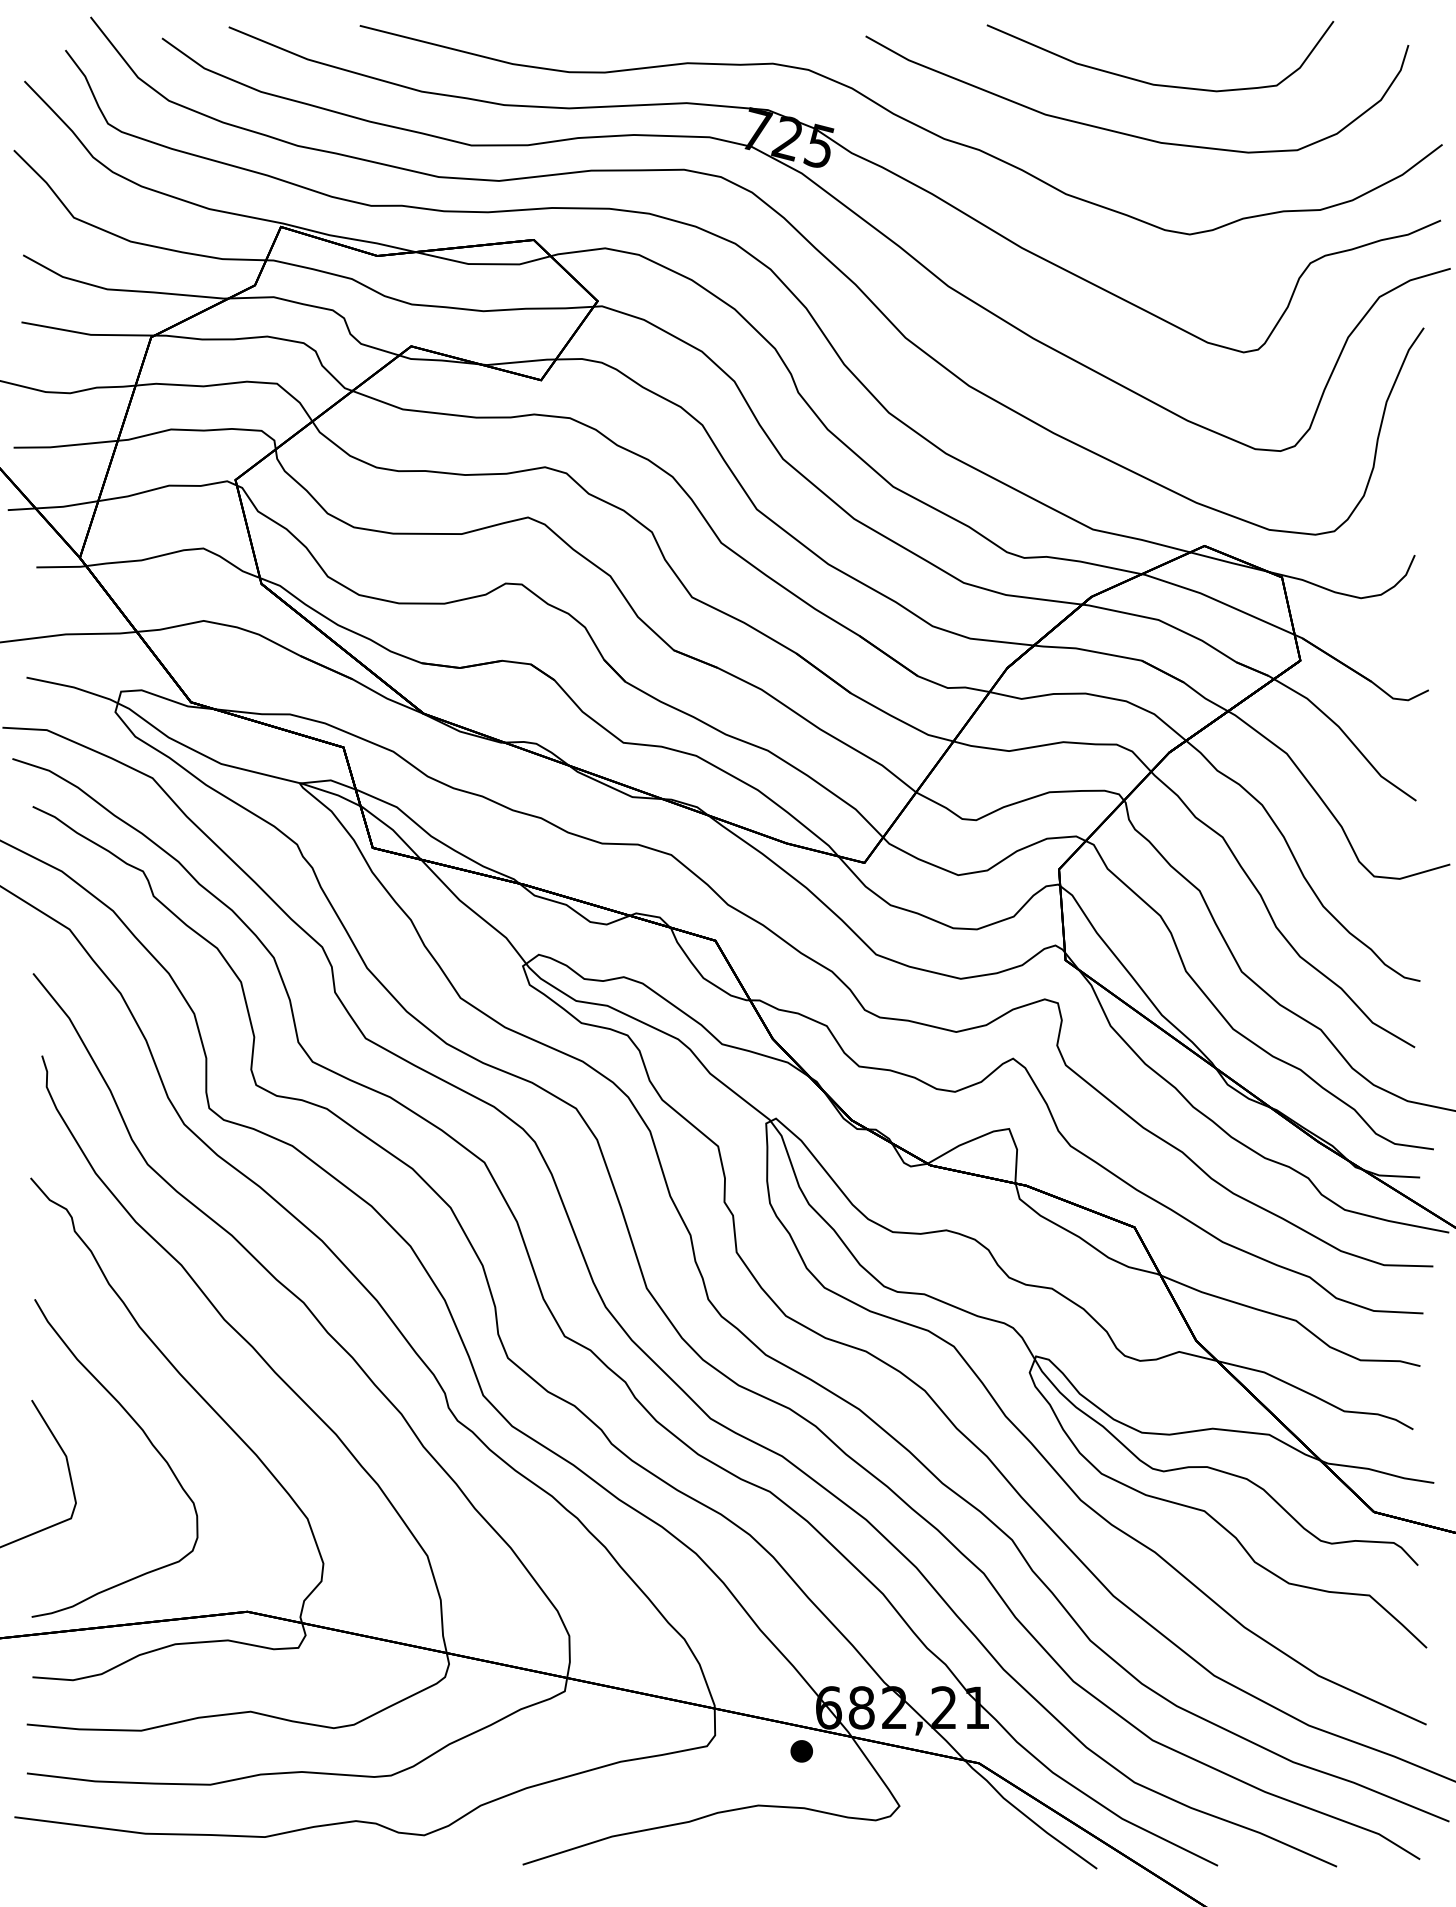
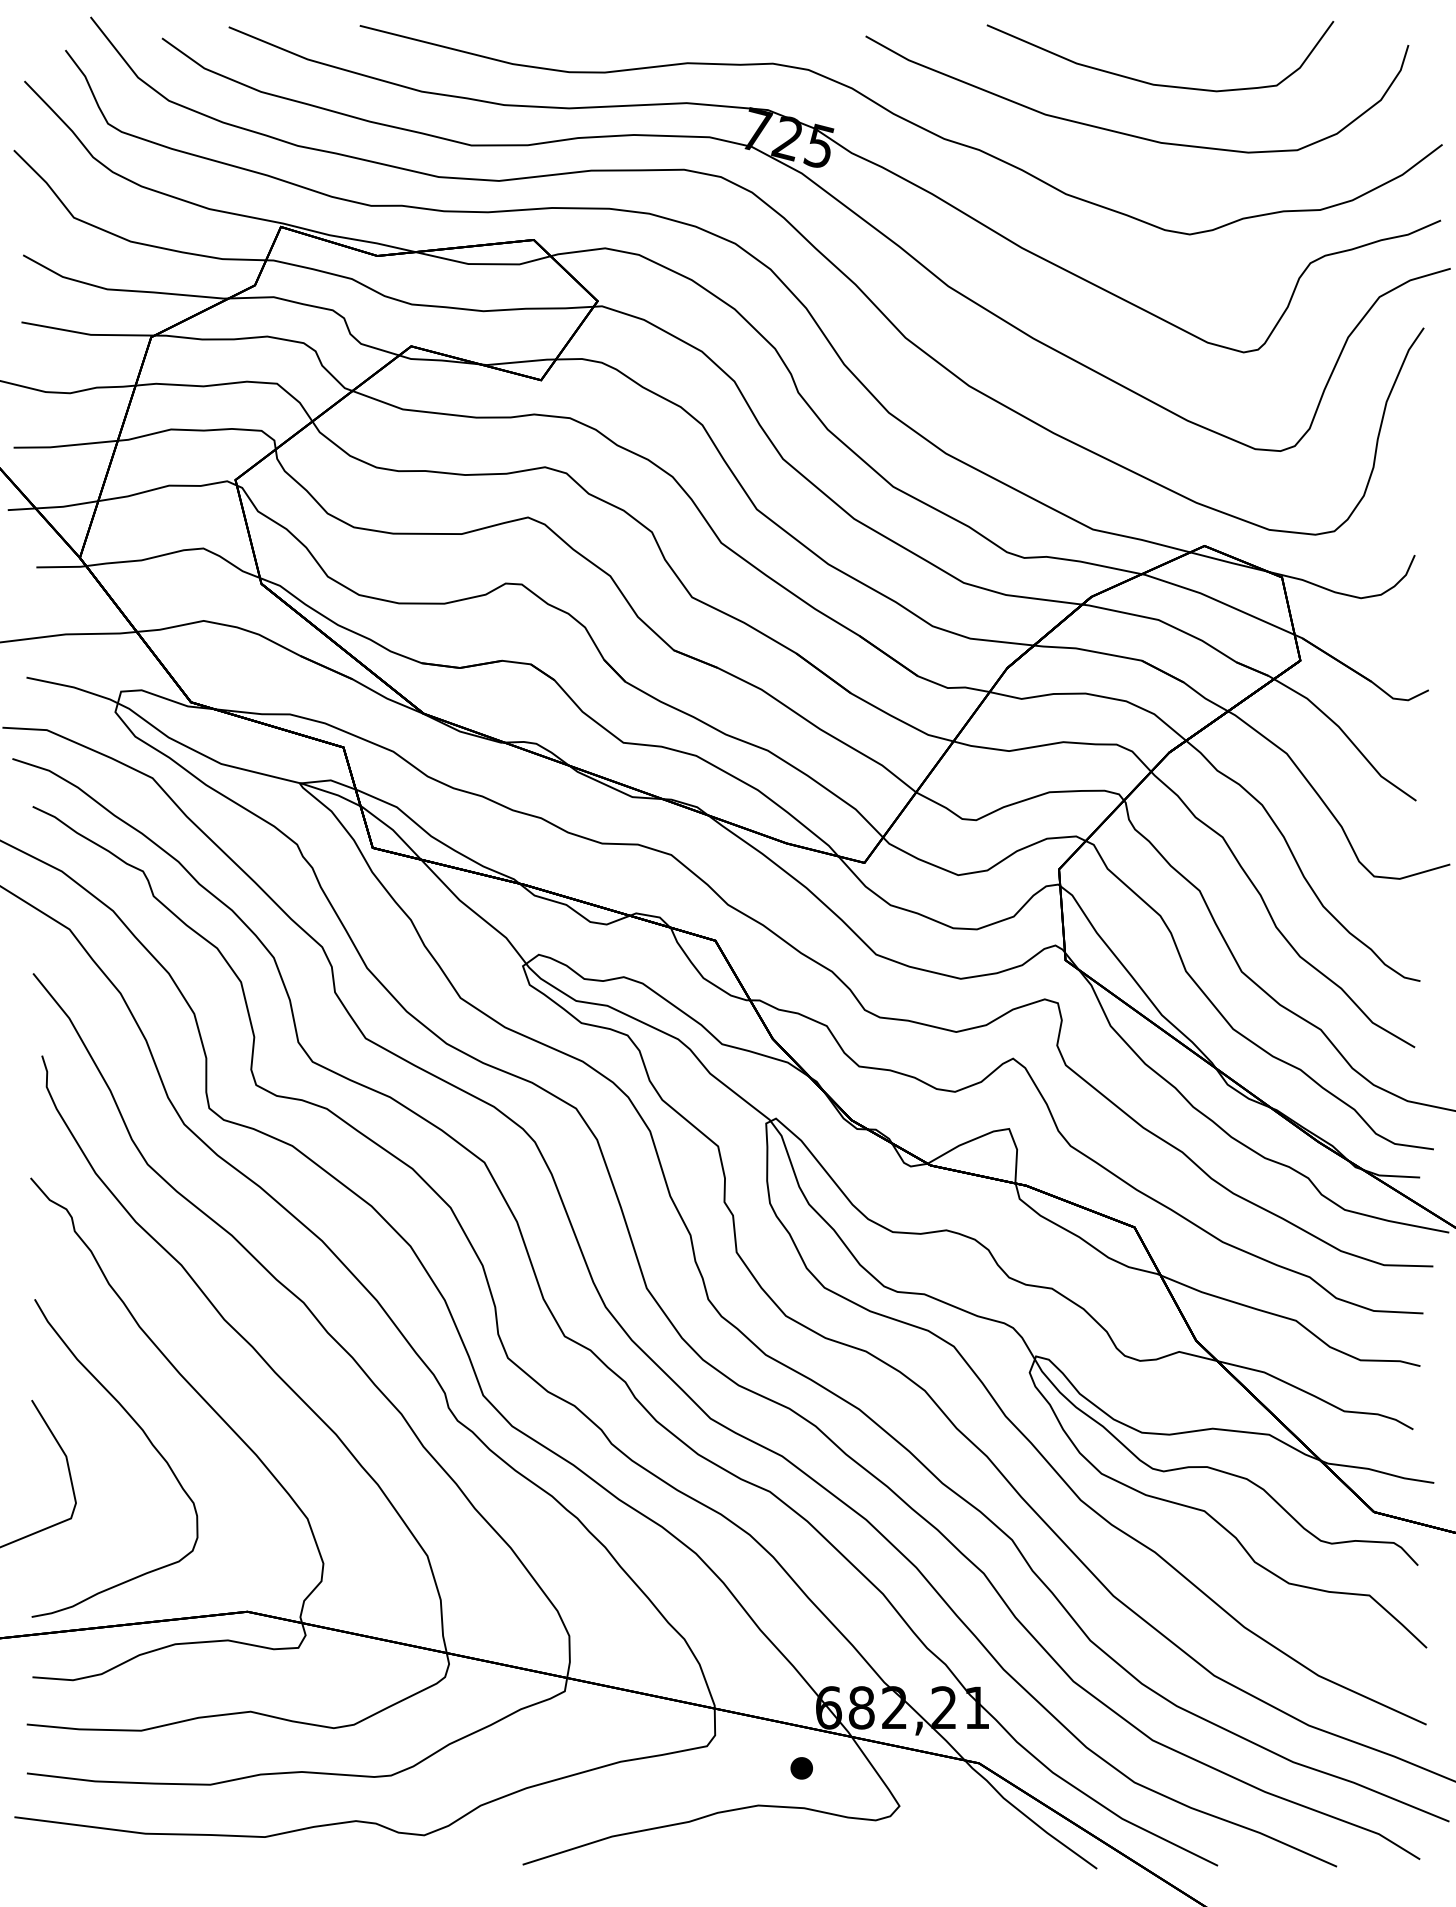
part at (801, 1751) position: (801, 1751) -> (801, 1768)
